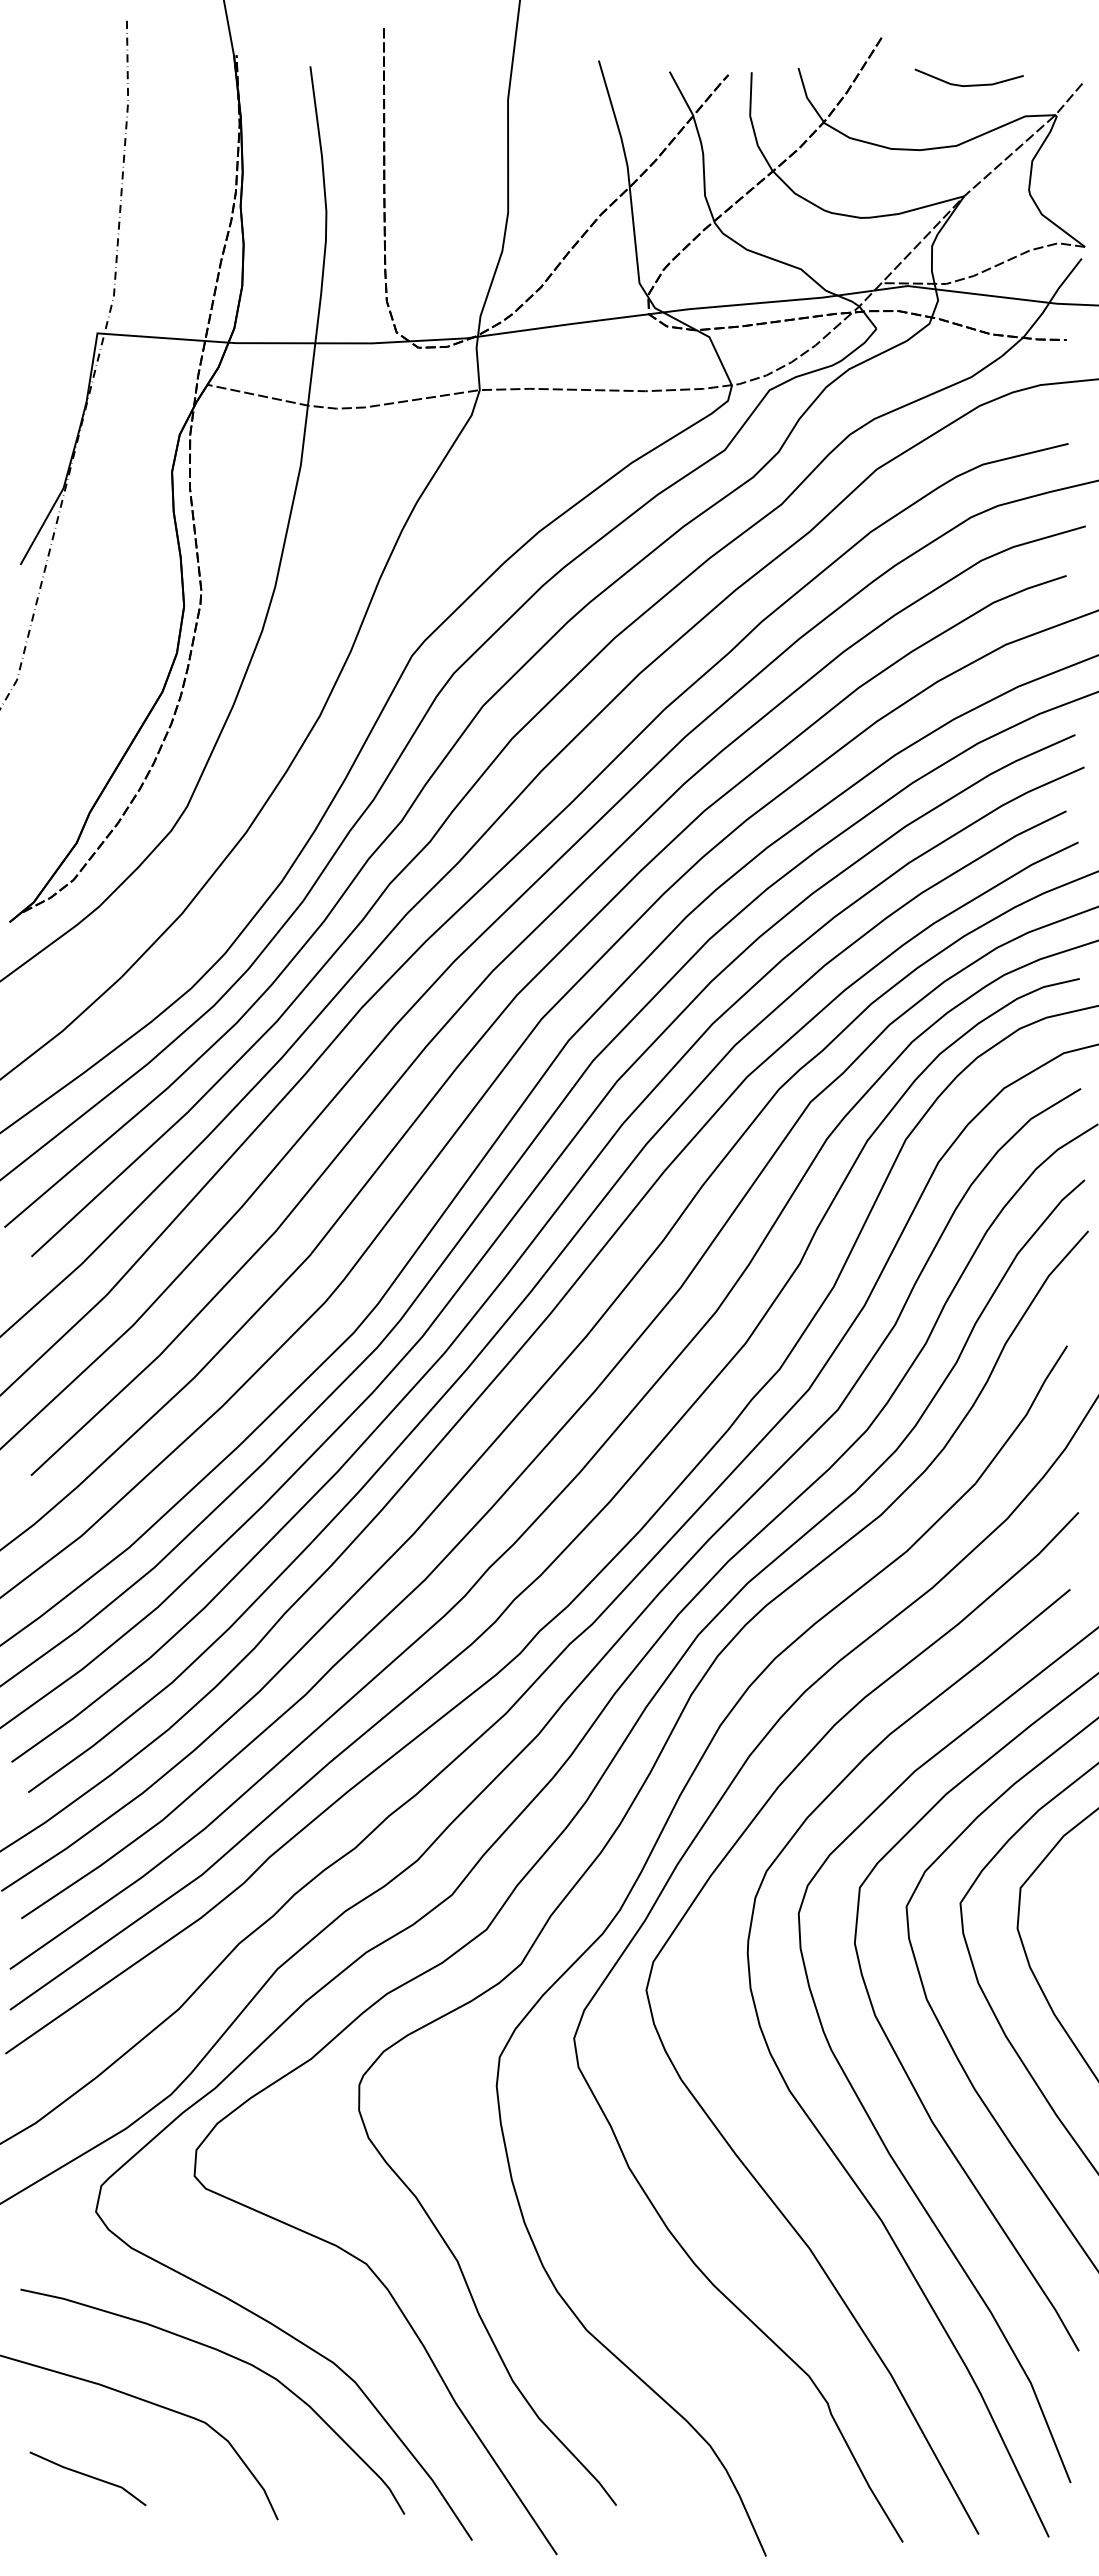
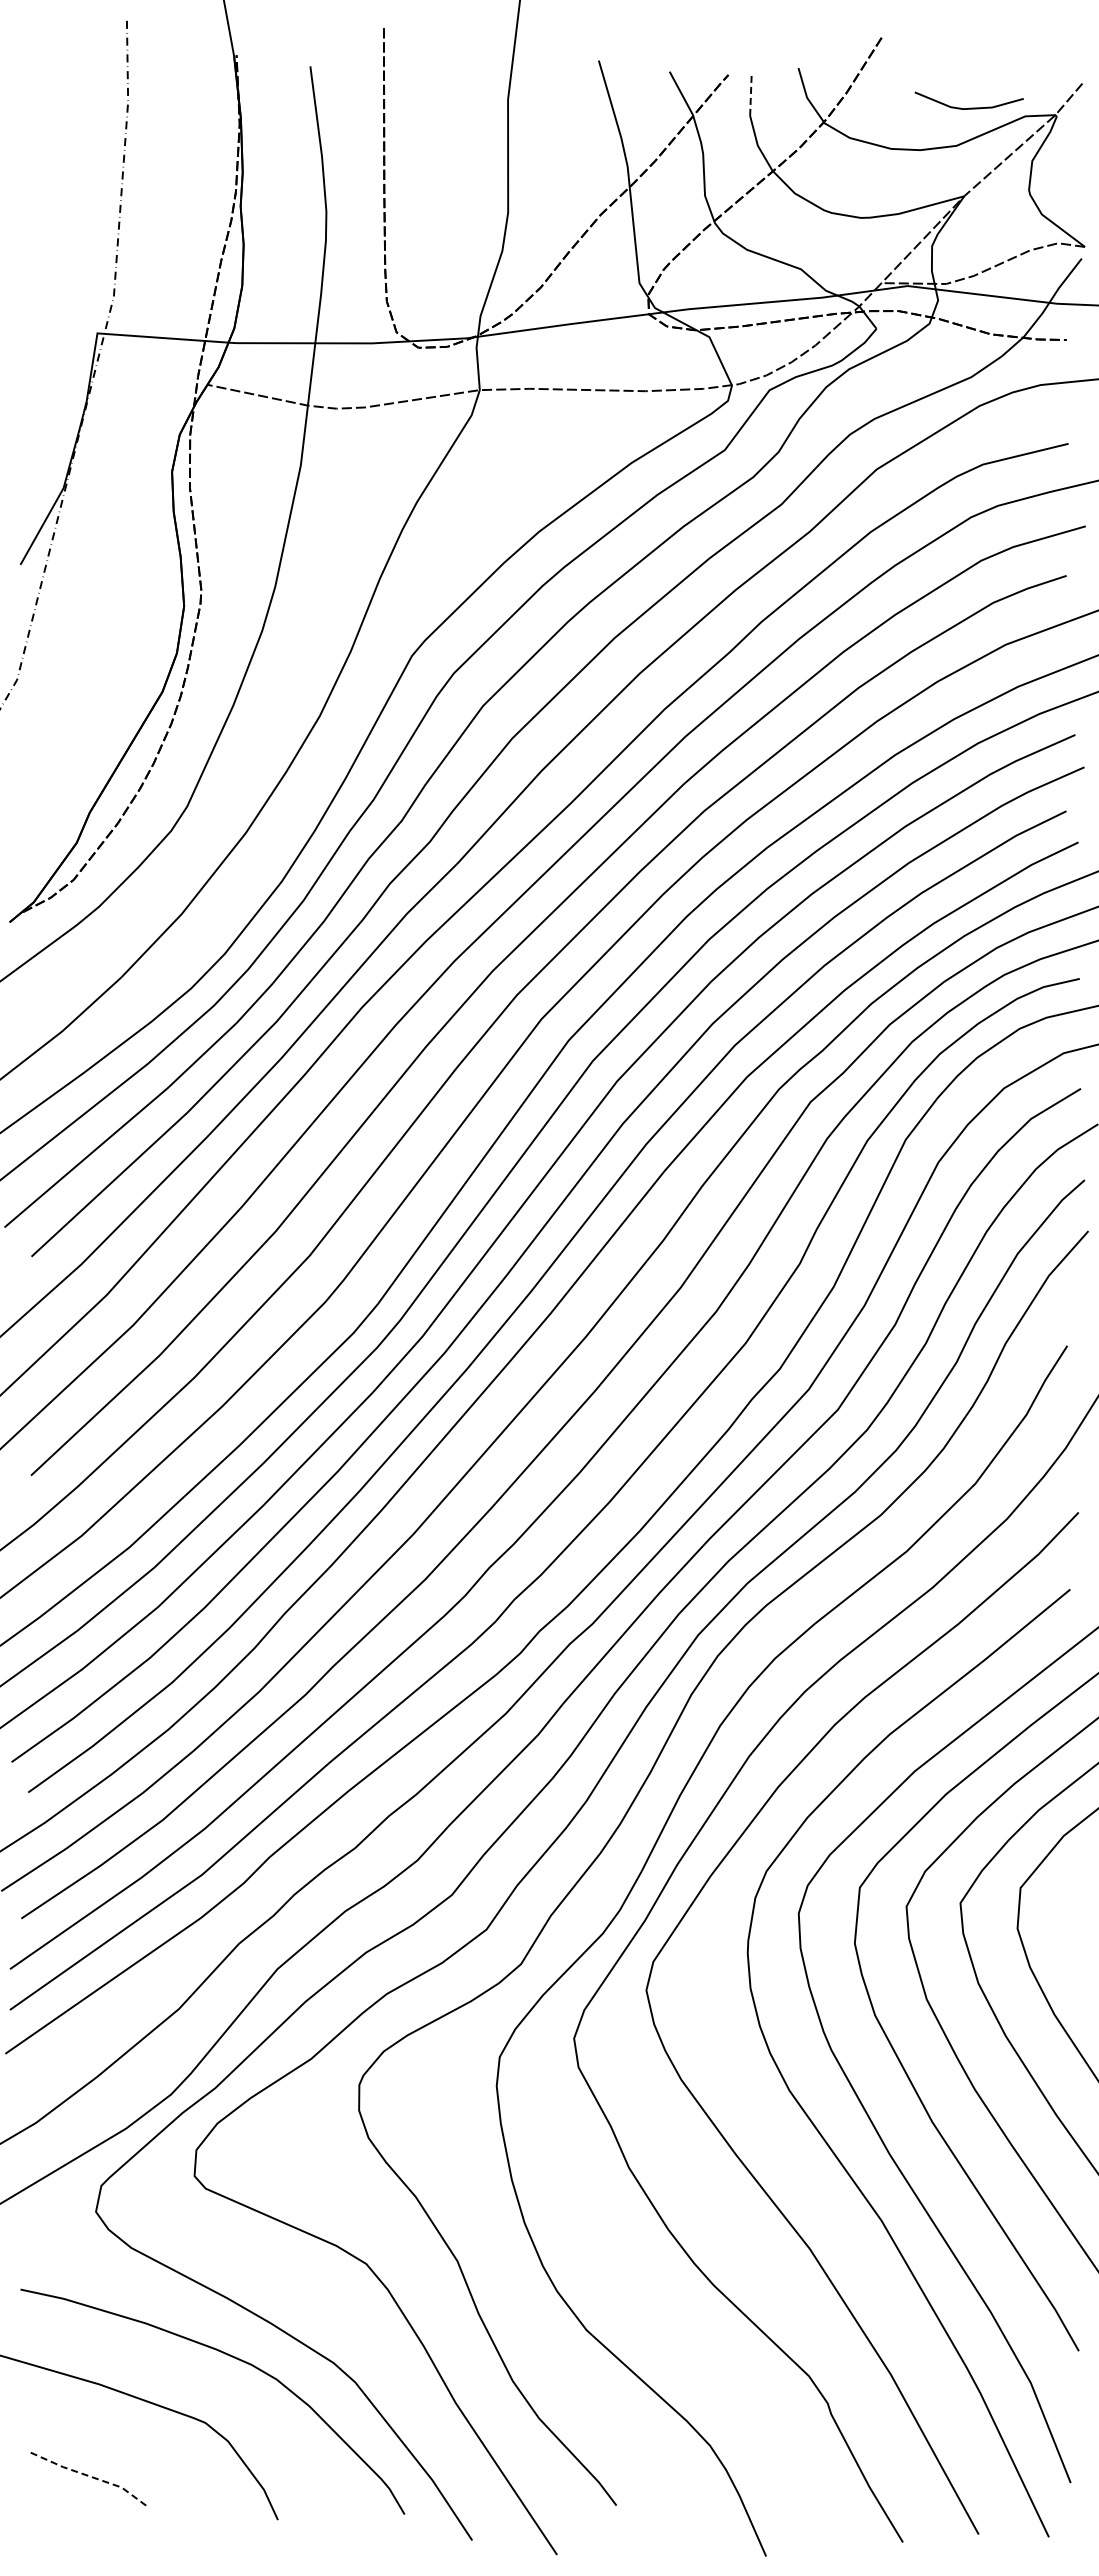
line at (969, 84) position: (969, 84) -> (969, 107)
line at (750, 94): solid -> dashed
line at (89, 2476): solid -> dashed
